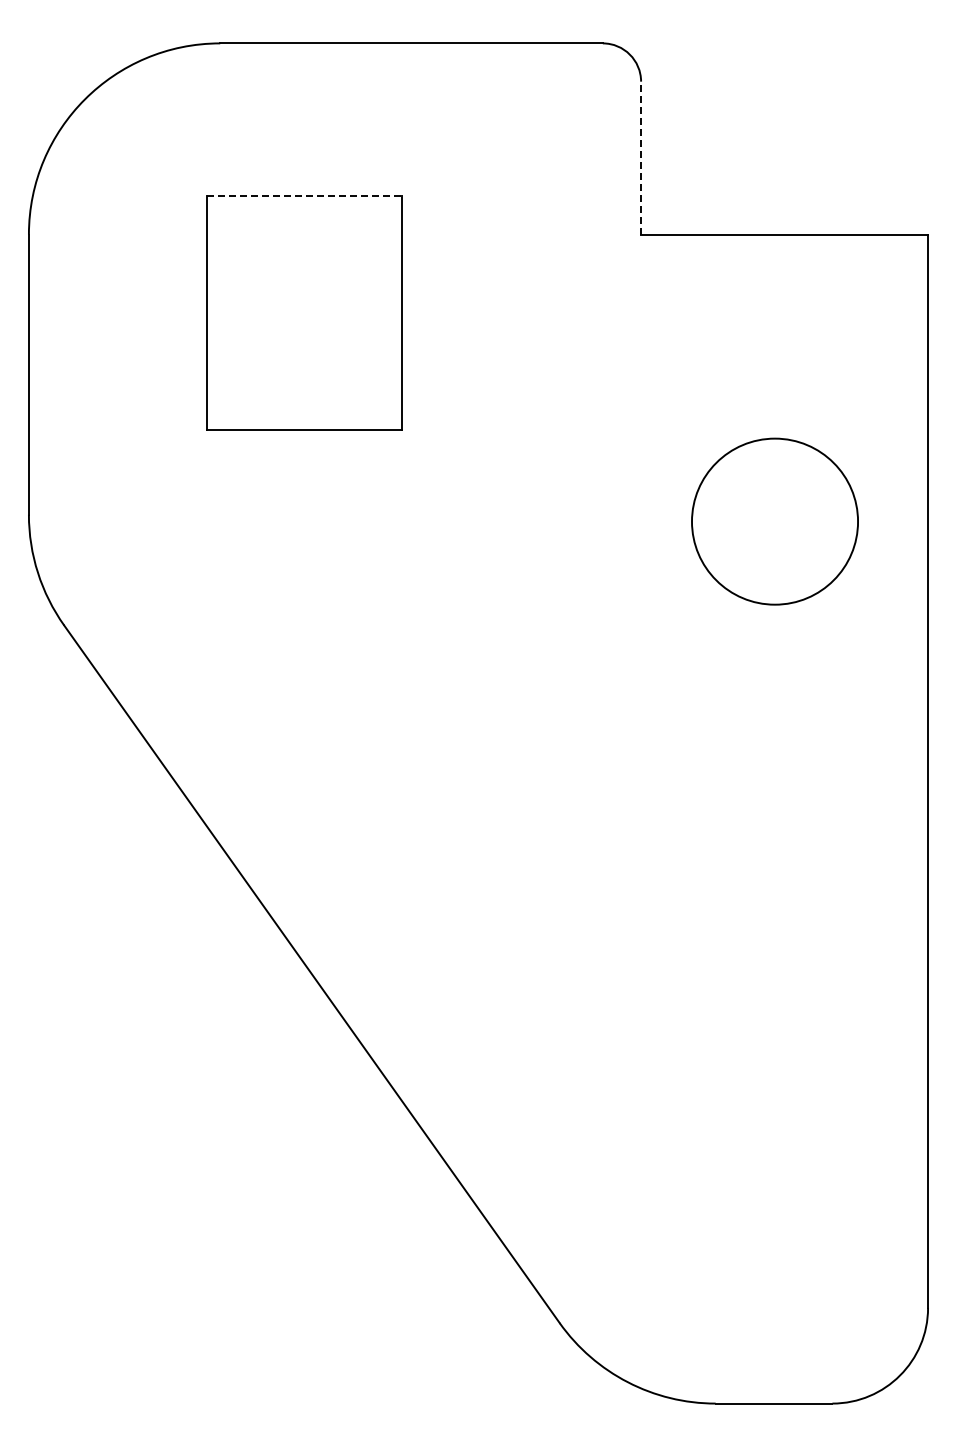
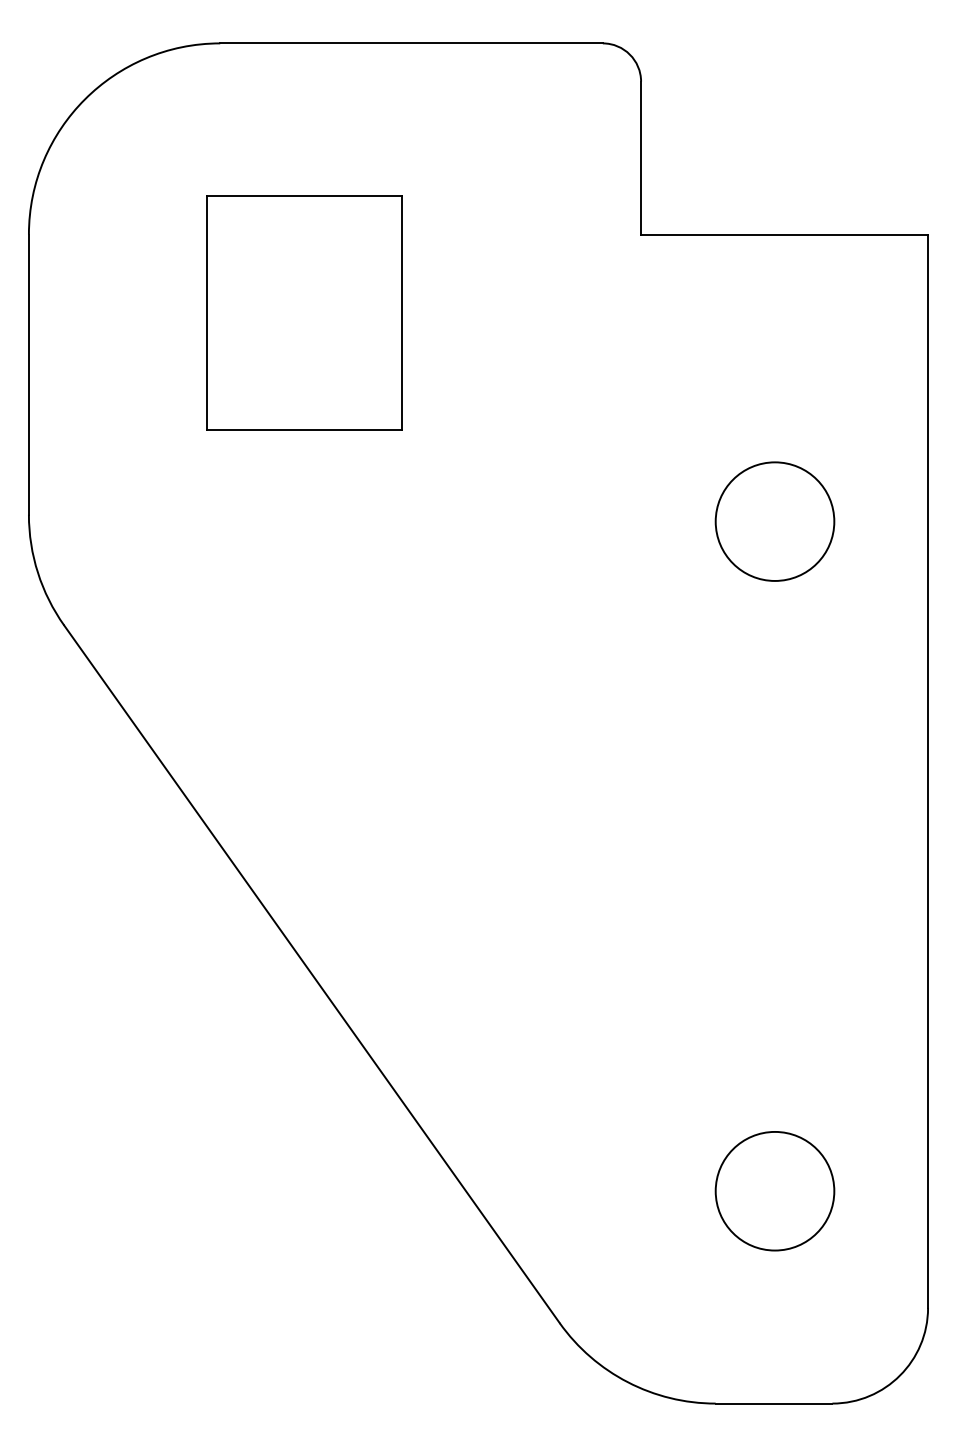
line at (641, 158): dashed -> solid
line at (304, 196): dashed -> solid
circle at (774, 521) diameter: 166 px -> 119 px
circle at (774, 1191): none -> present
